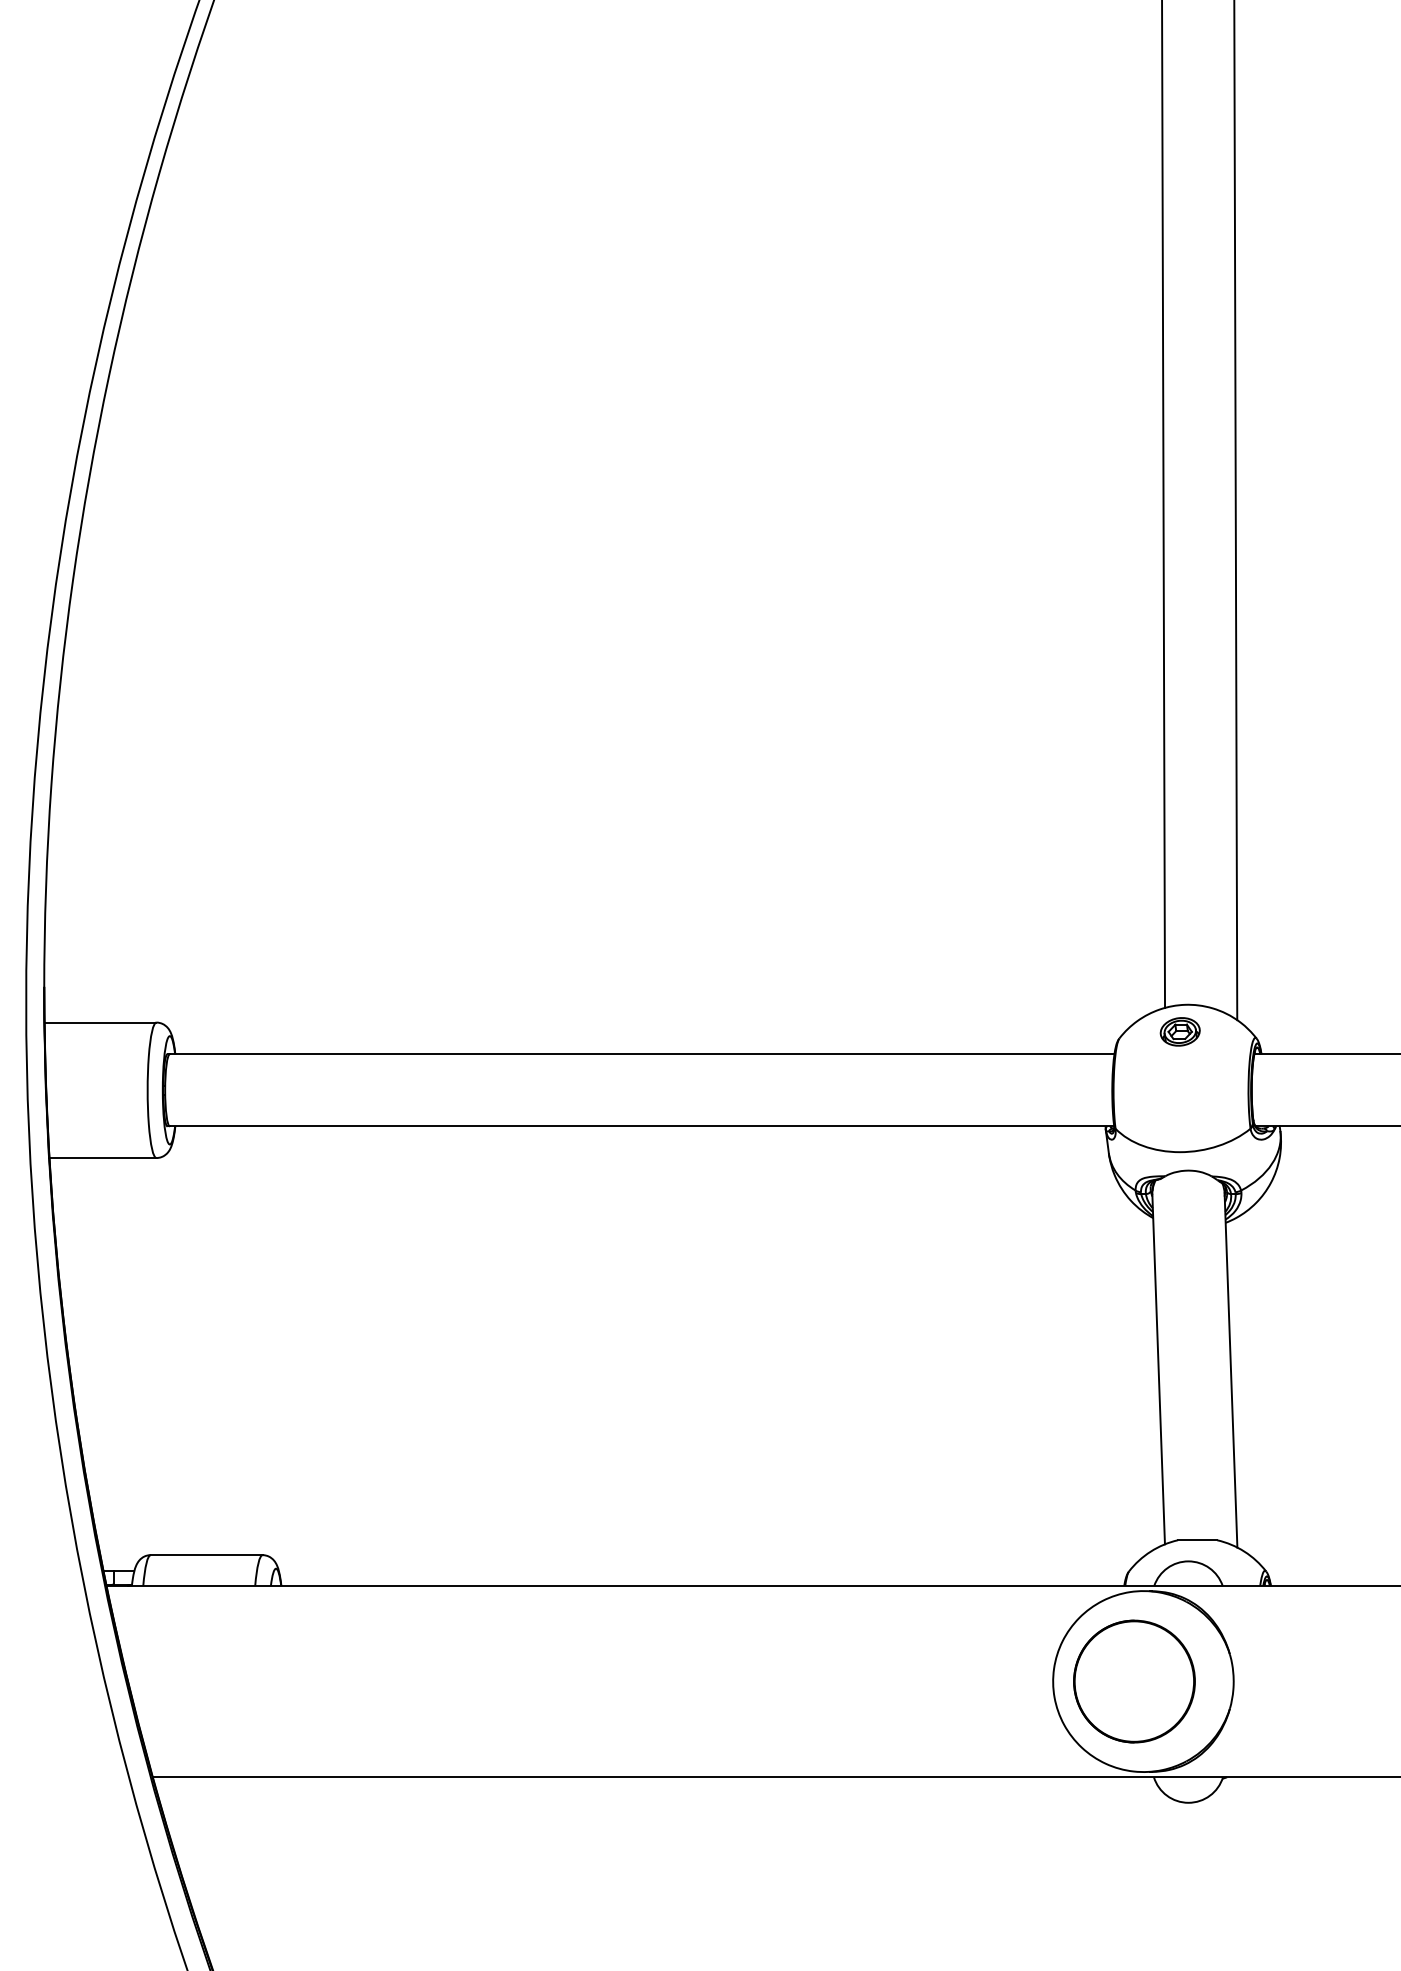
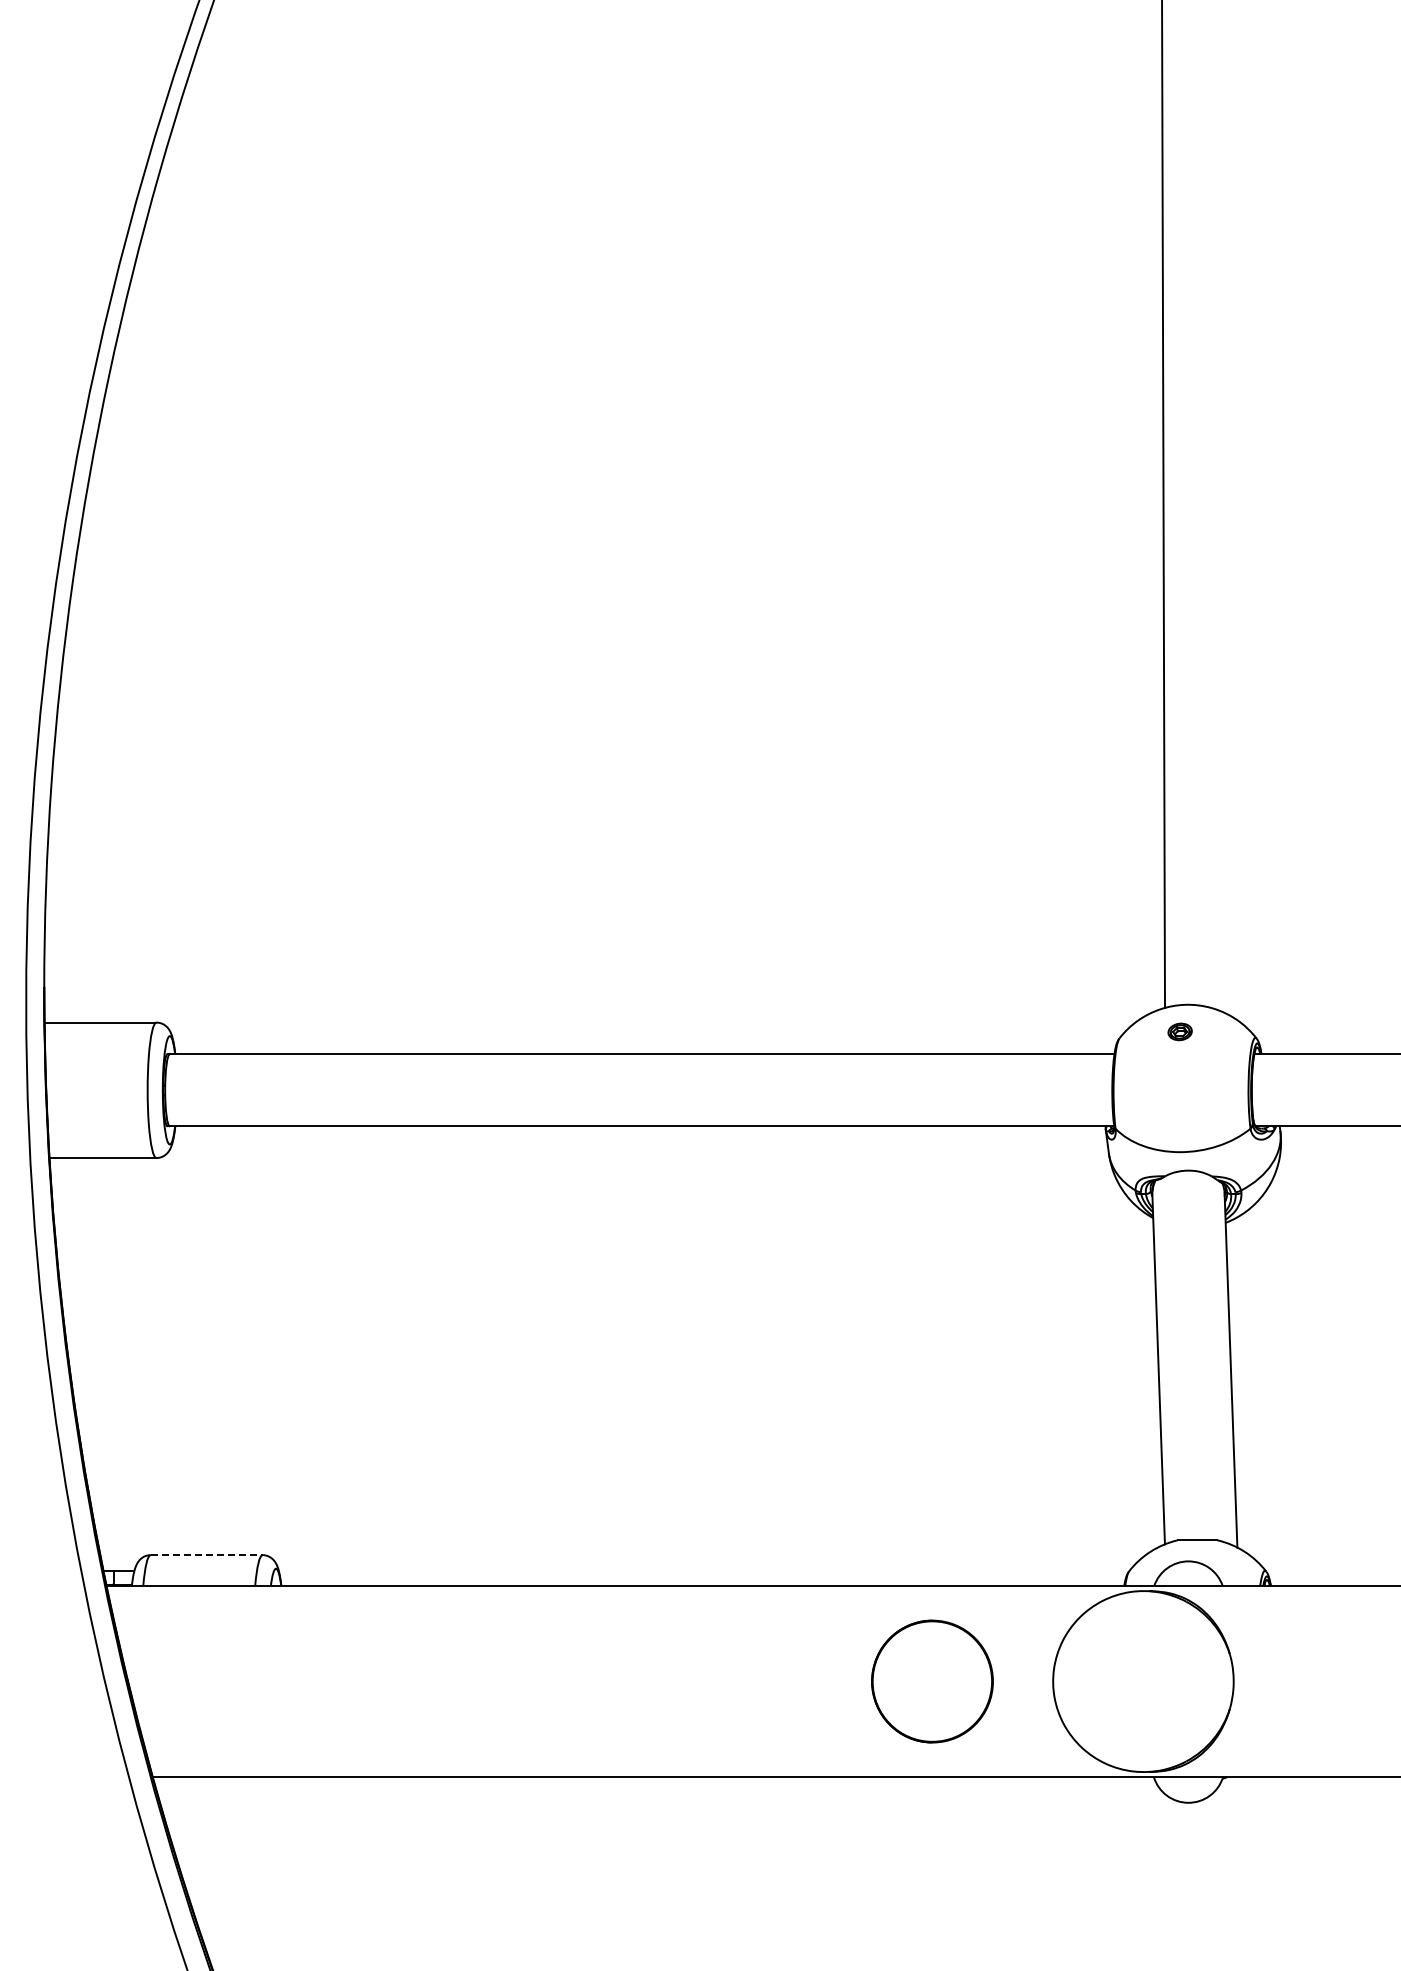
line at (1235, 511): present -> none
part at (1179, 1031) size: 42x30 px -> 26x20 px
line at (206, 1555): solid -> dashed
part at (1134, 1681) position: (1134, 1681) -> (932, 1681)
